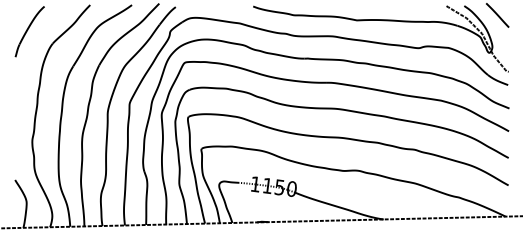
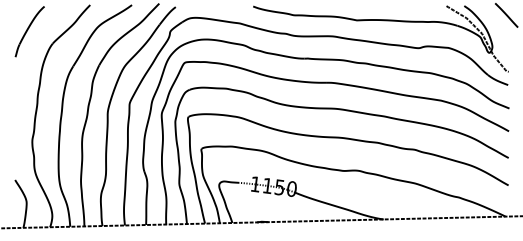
line at (497, 15) position: (497, 15) -> (506, 15)
